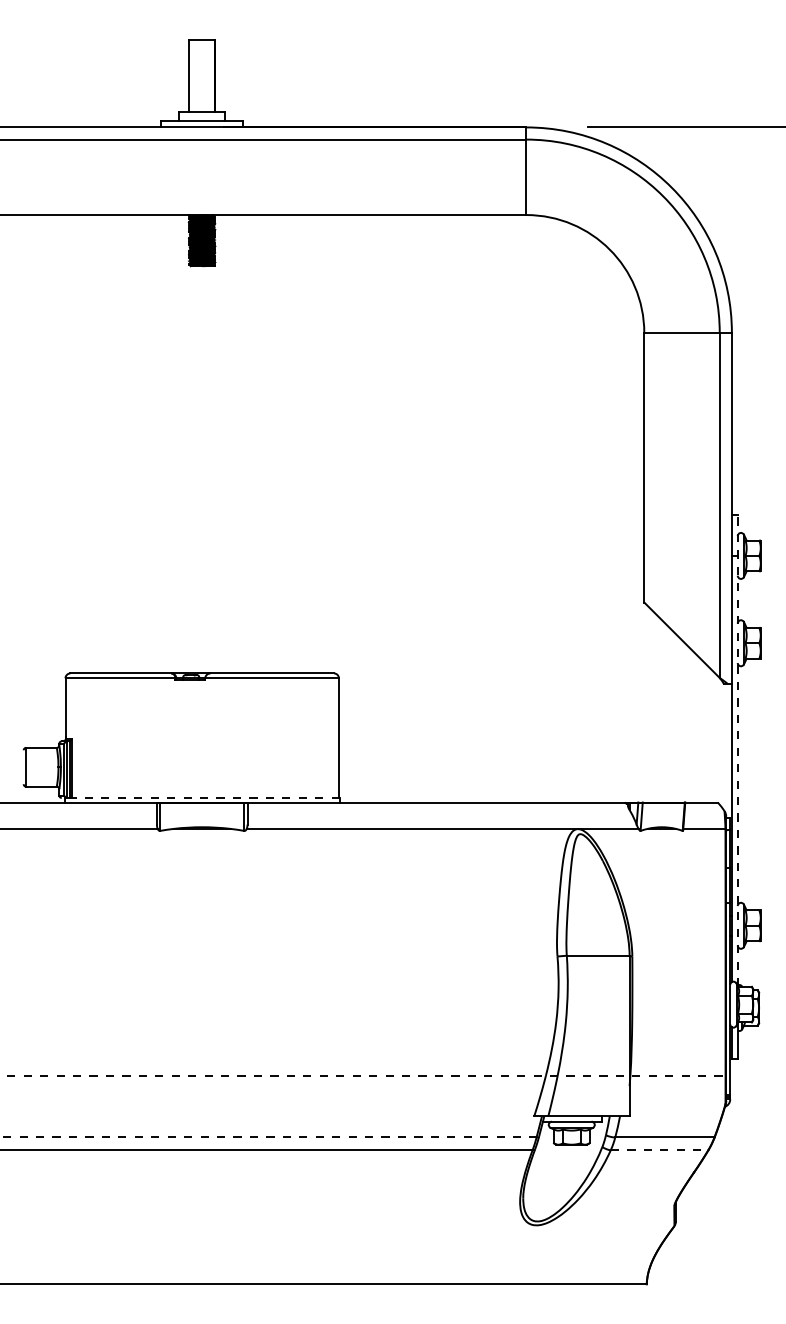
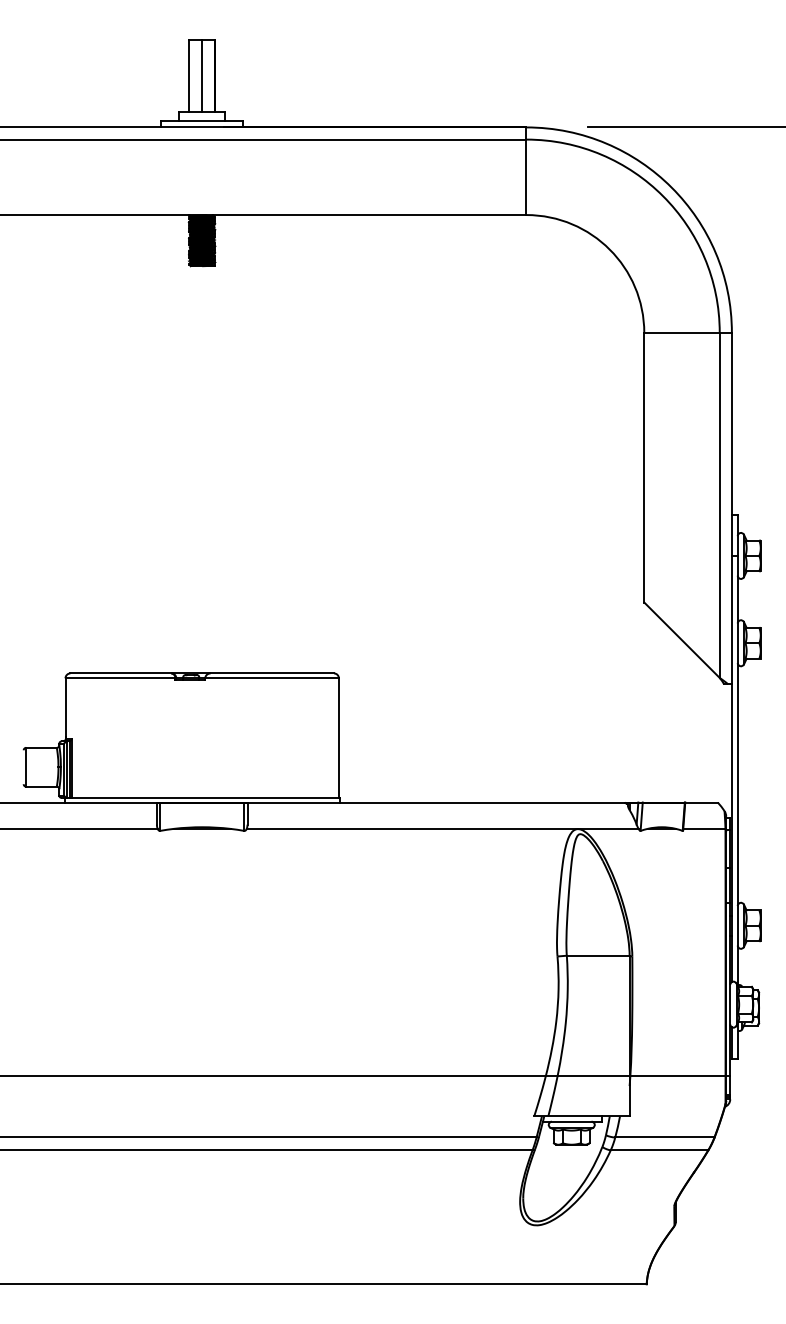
line at (202, 75): none -> present
line at (737, 750): dashed -> solid
line at (200, 798): dashed -> solid
line at (365, 1075): dashed -> solid
line at (268, 1137): dashed -> solid
line at (659, 1150): dashed -> solid
